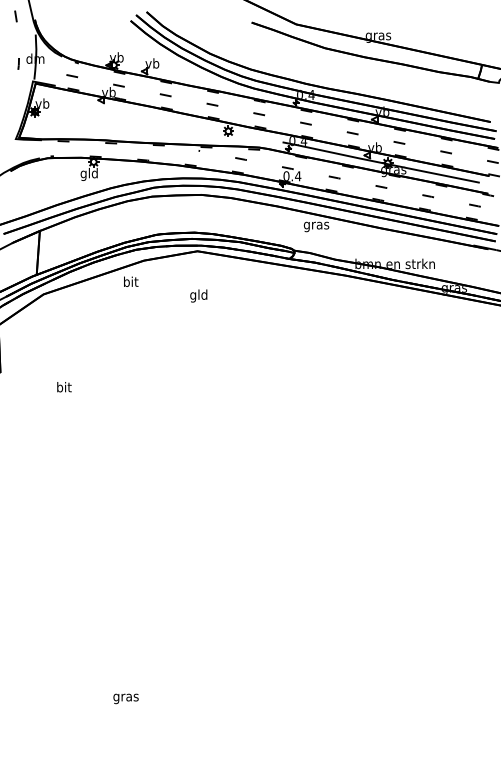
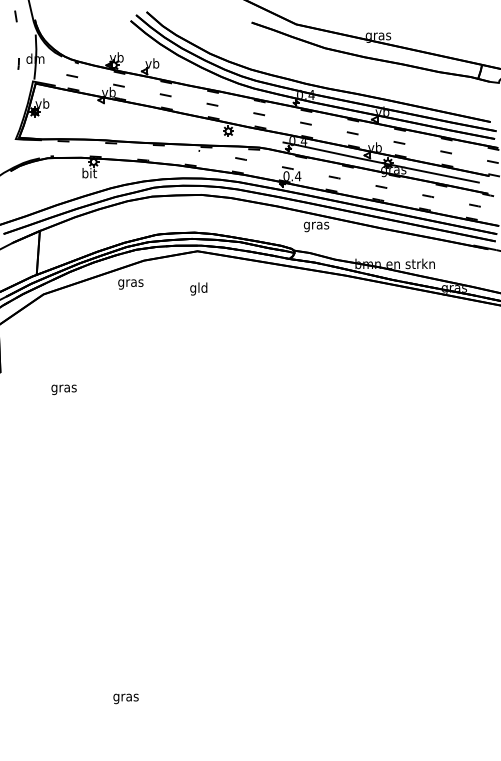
text at (88, 174): gld -> bit
text at (130, 282): bit -> gras
text at (198, 295) position: (198, 295) -> (198, 288)
text at (63, 388): bit -> gras
